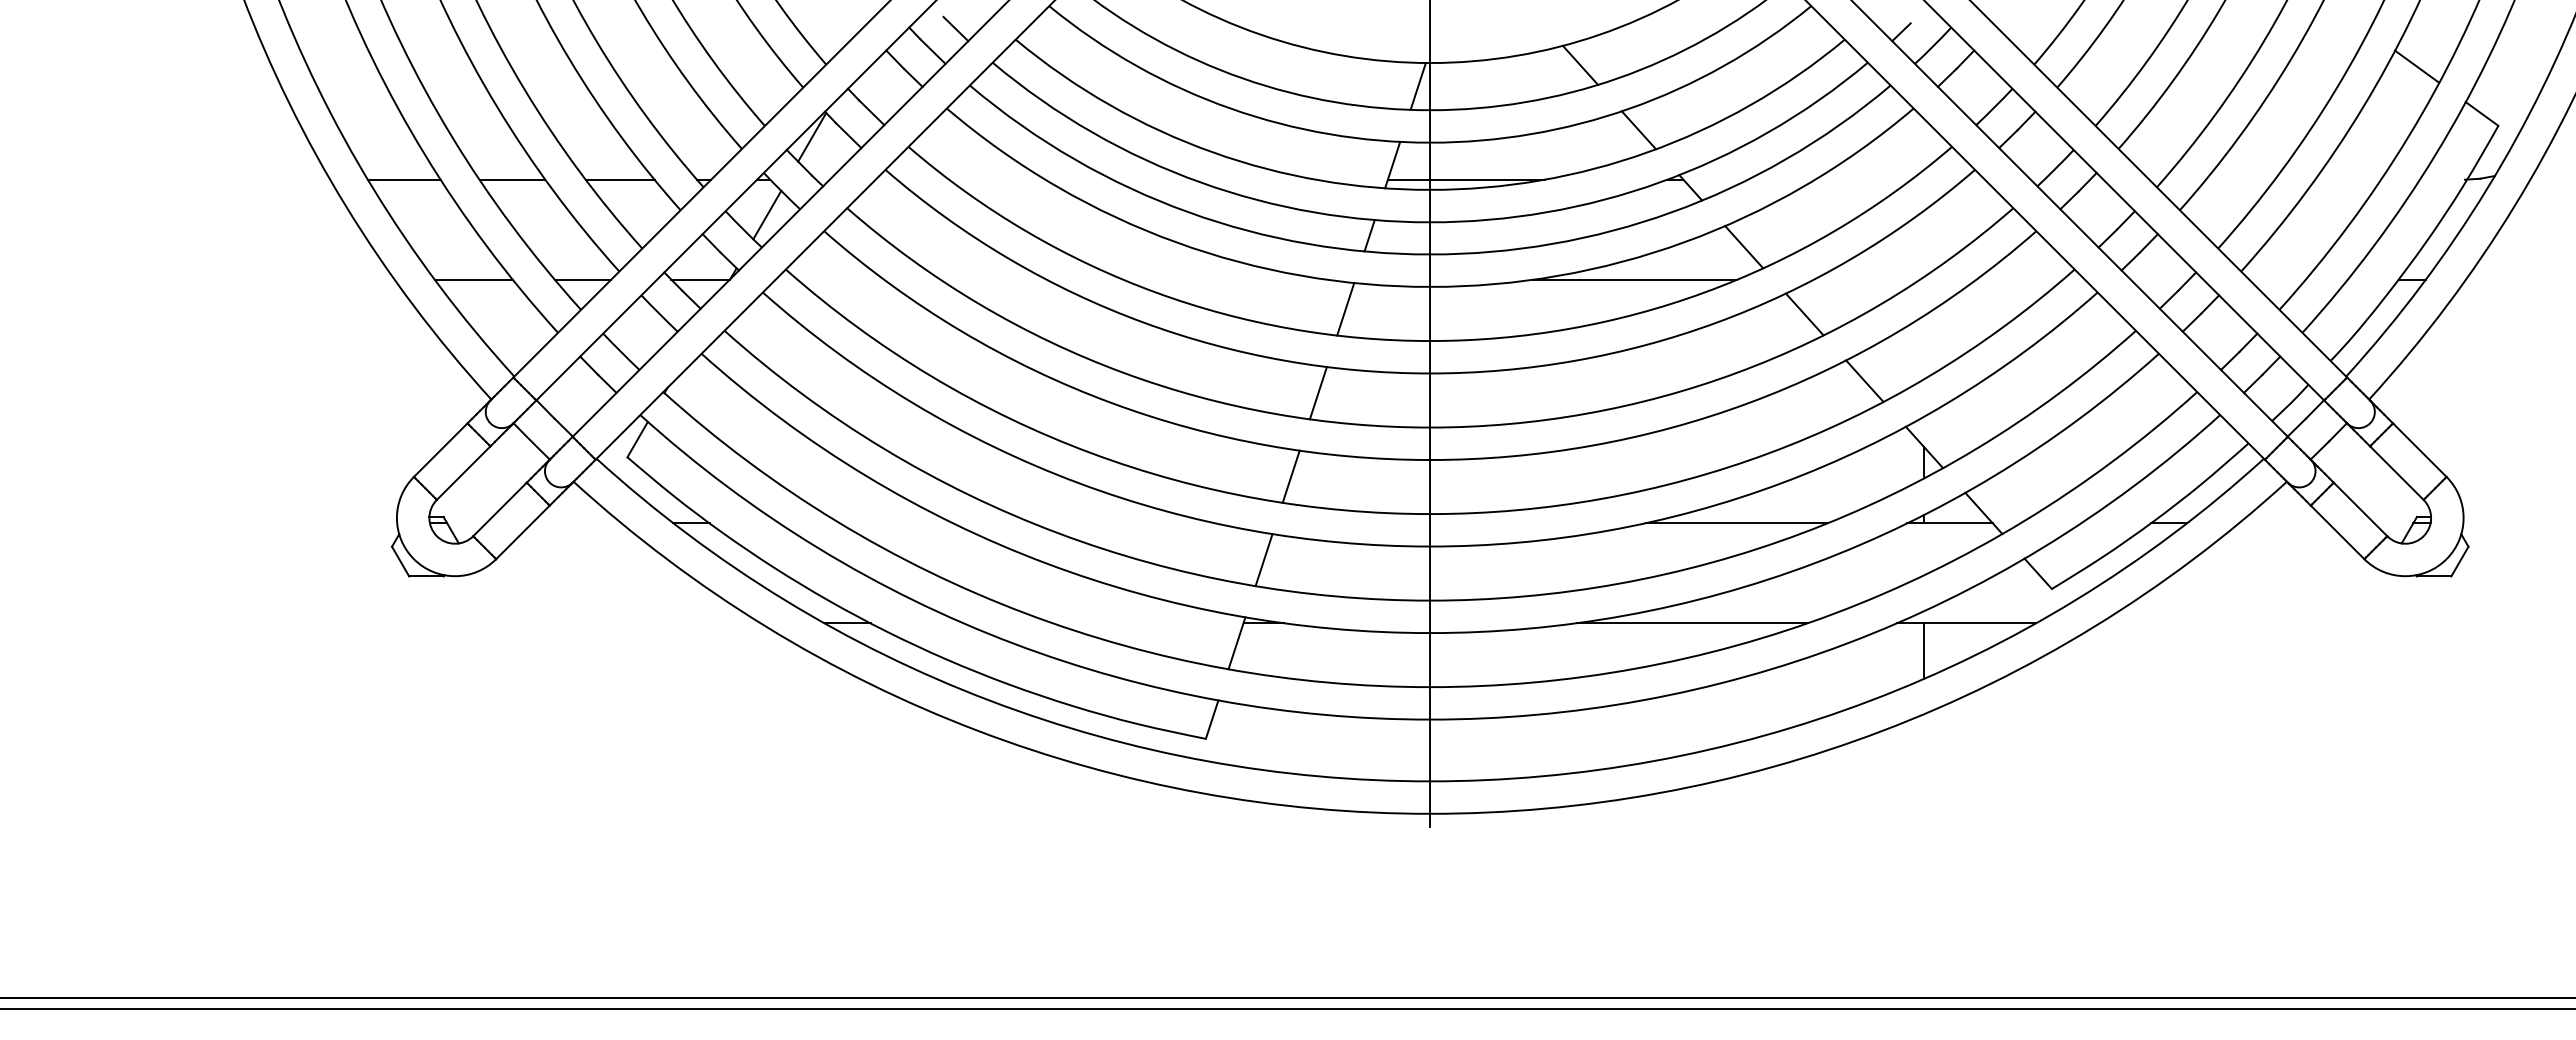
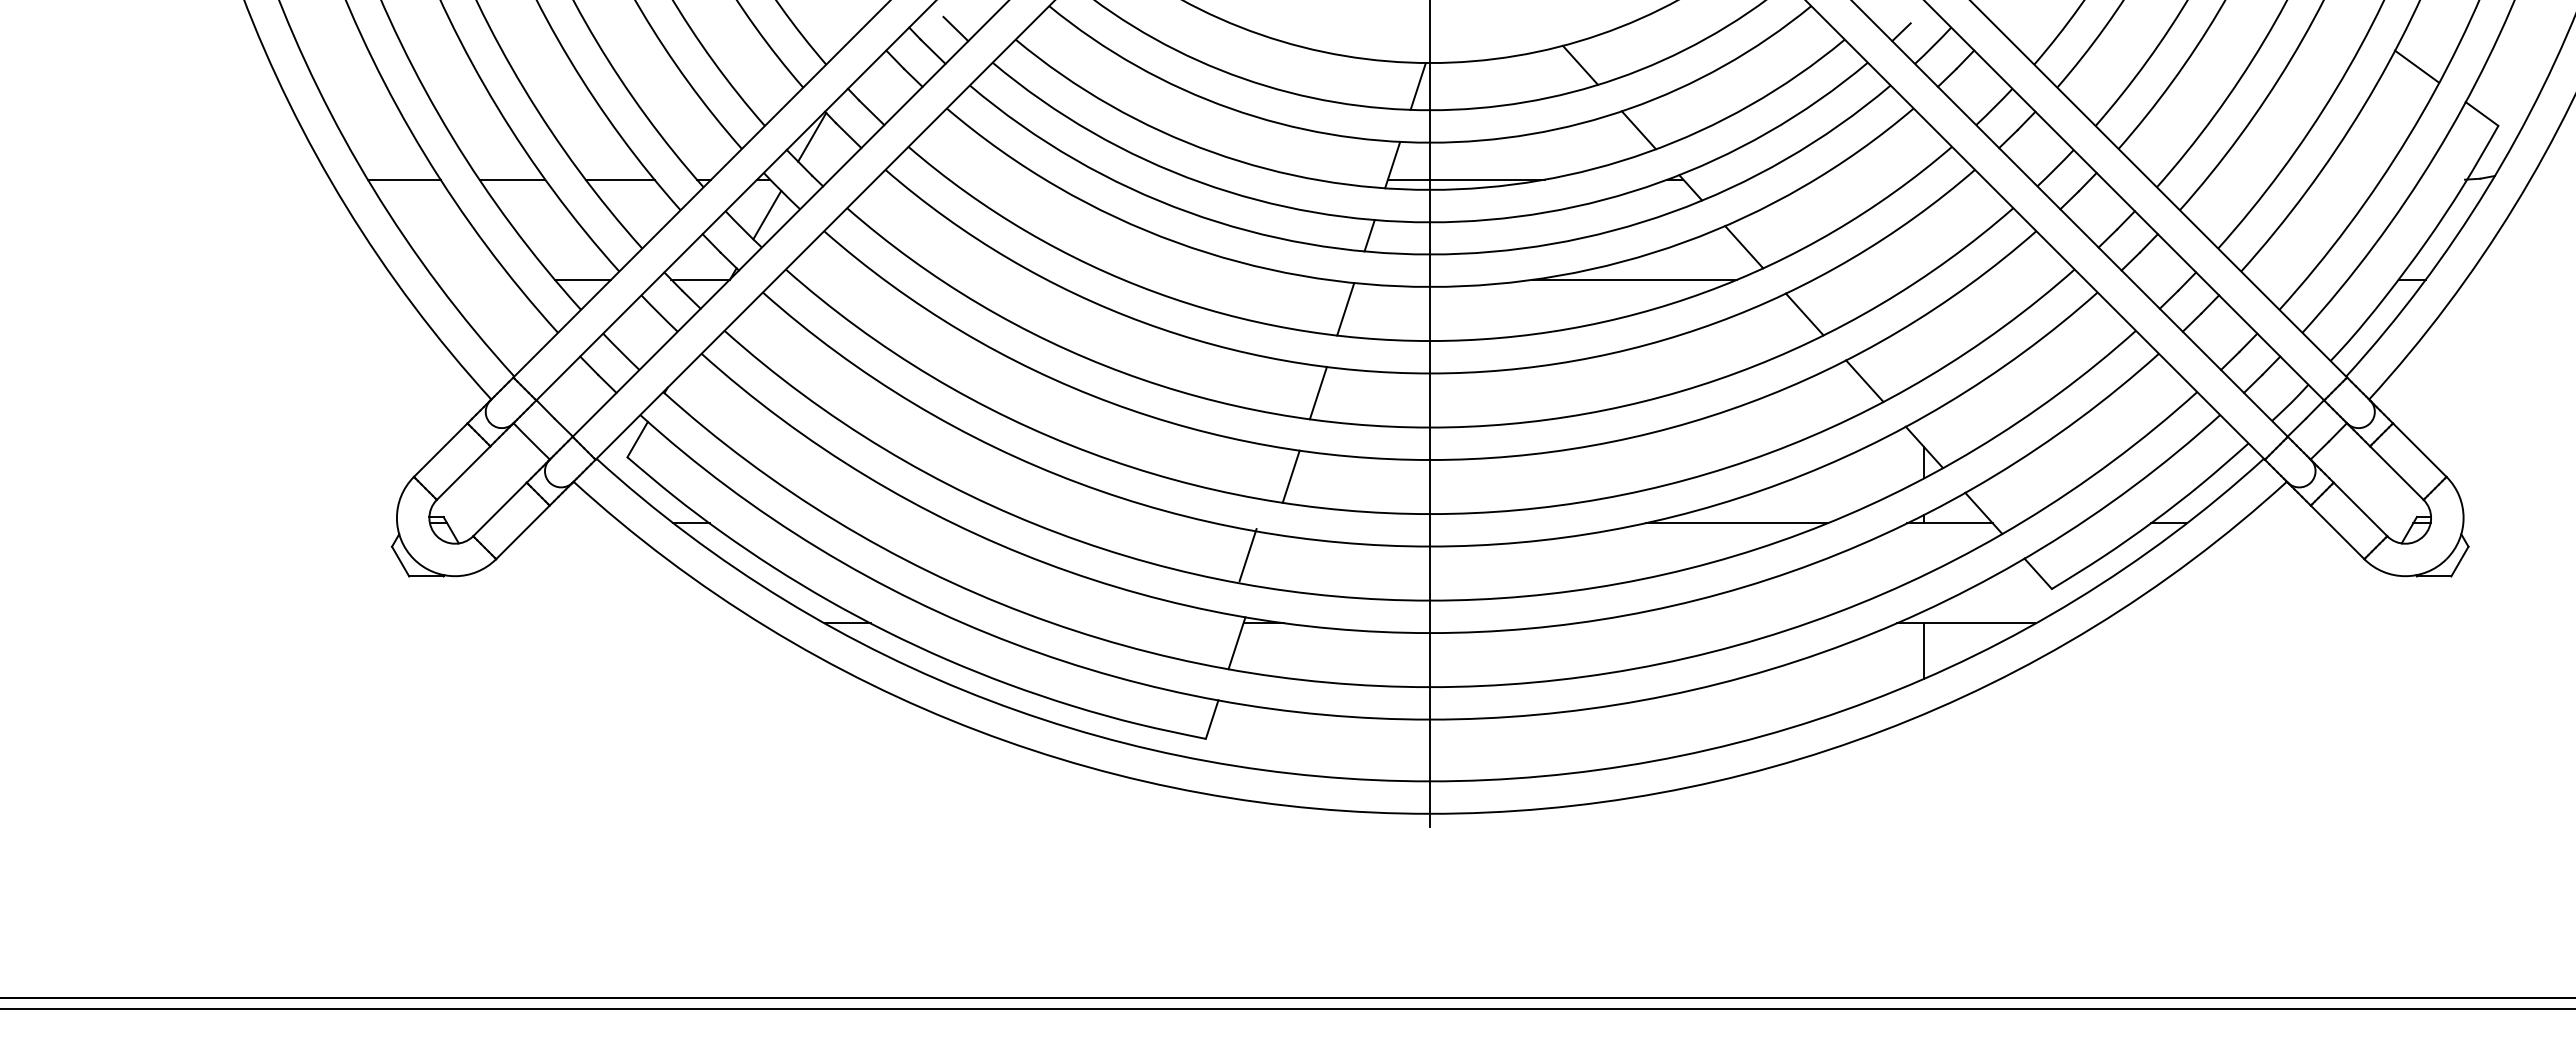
line at (473, 279): present -> none
line at (1263, 560) position: (1263, 560) -> (1247, 555)
line at (1691, 623): present -> none
